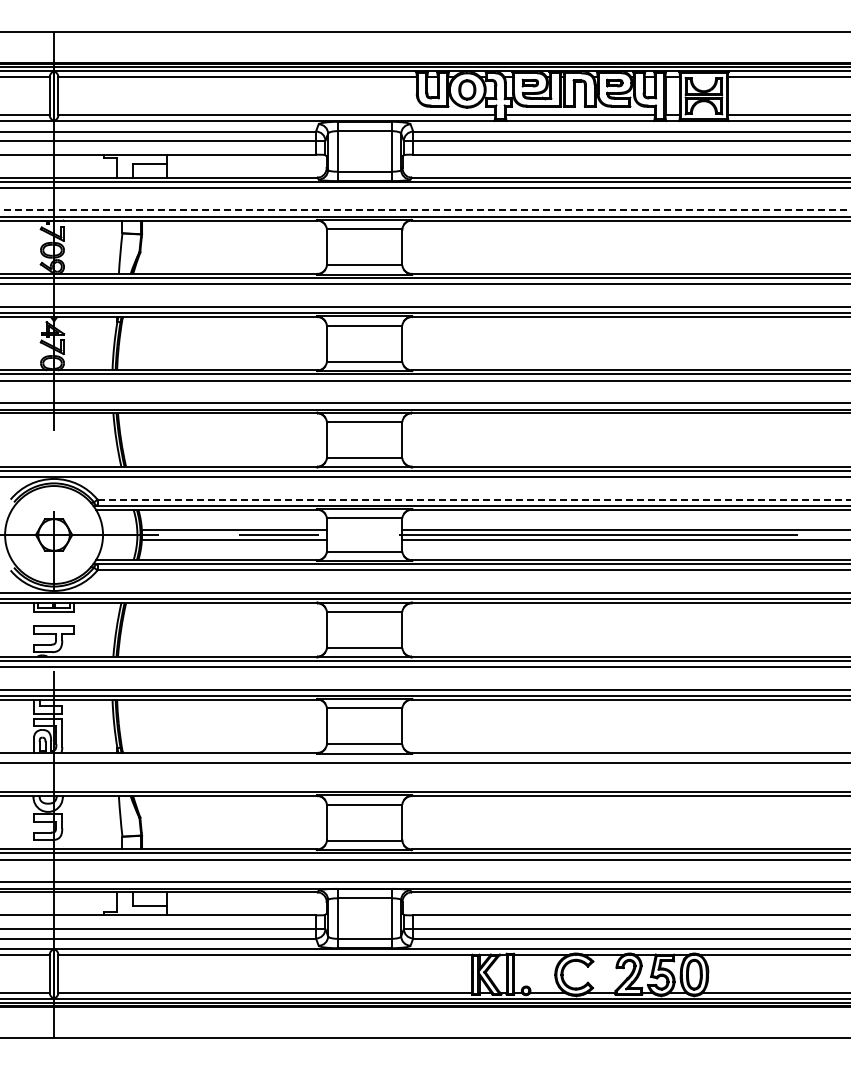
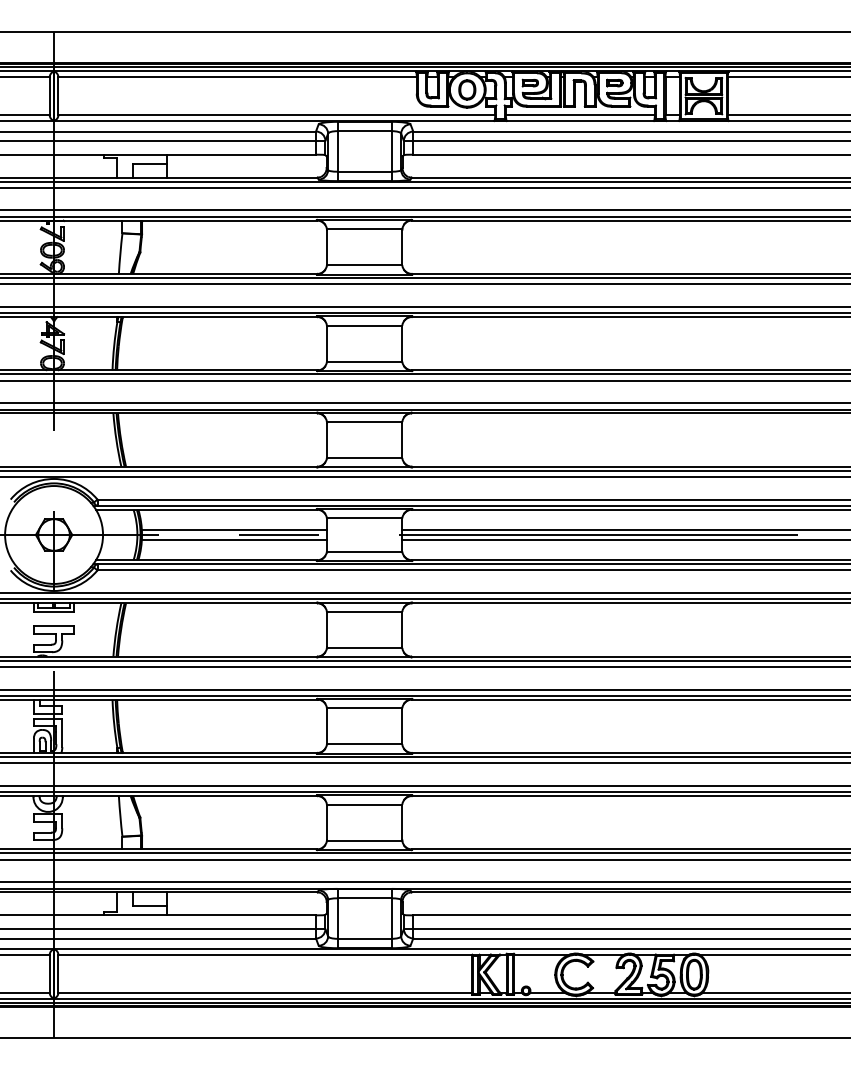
line at (426, 210): dashed -> solid
line at (474, 499): dashed -> solid
line at (424, 756): none -> present
line at (424, 785): none -> present
